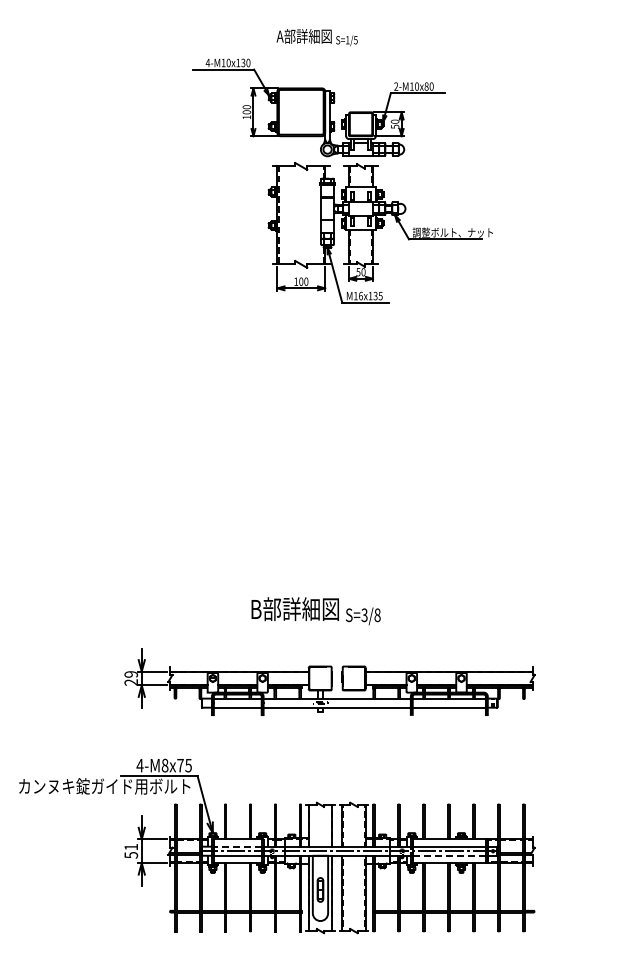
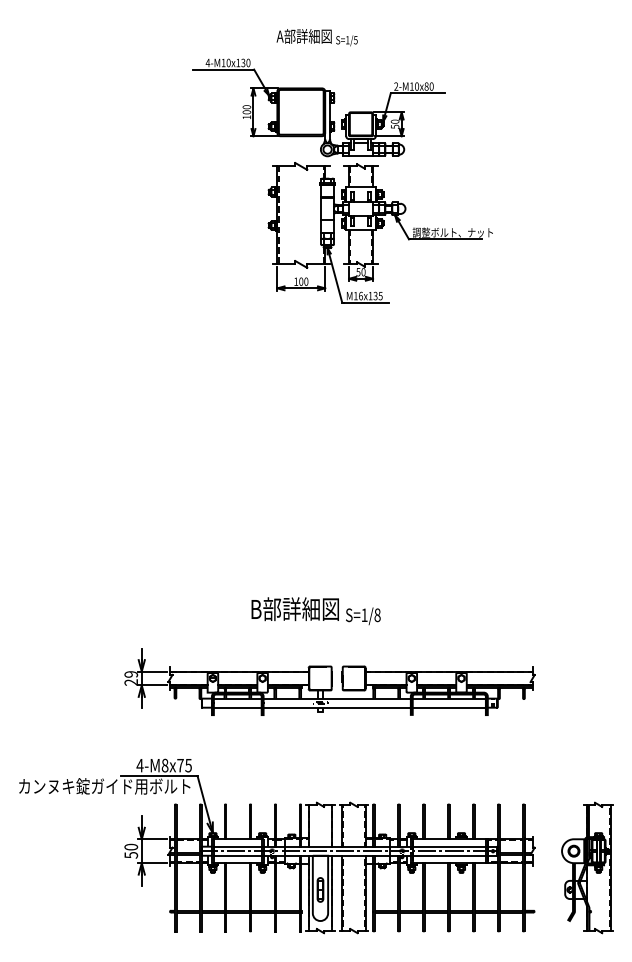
text at (364, 615): S=3/8 -> S=1/8
text at (131, 846): 51 -> 50
line at (237, 846): dashed -> solid
line at (449, 855): dashed -> solid
part at (587, 867): none -> present
